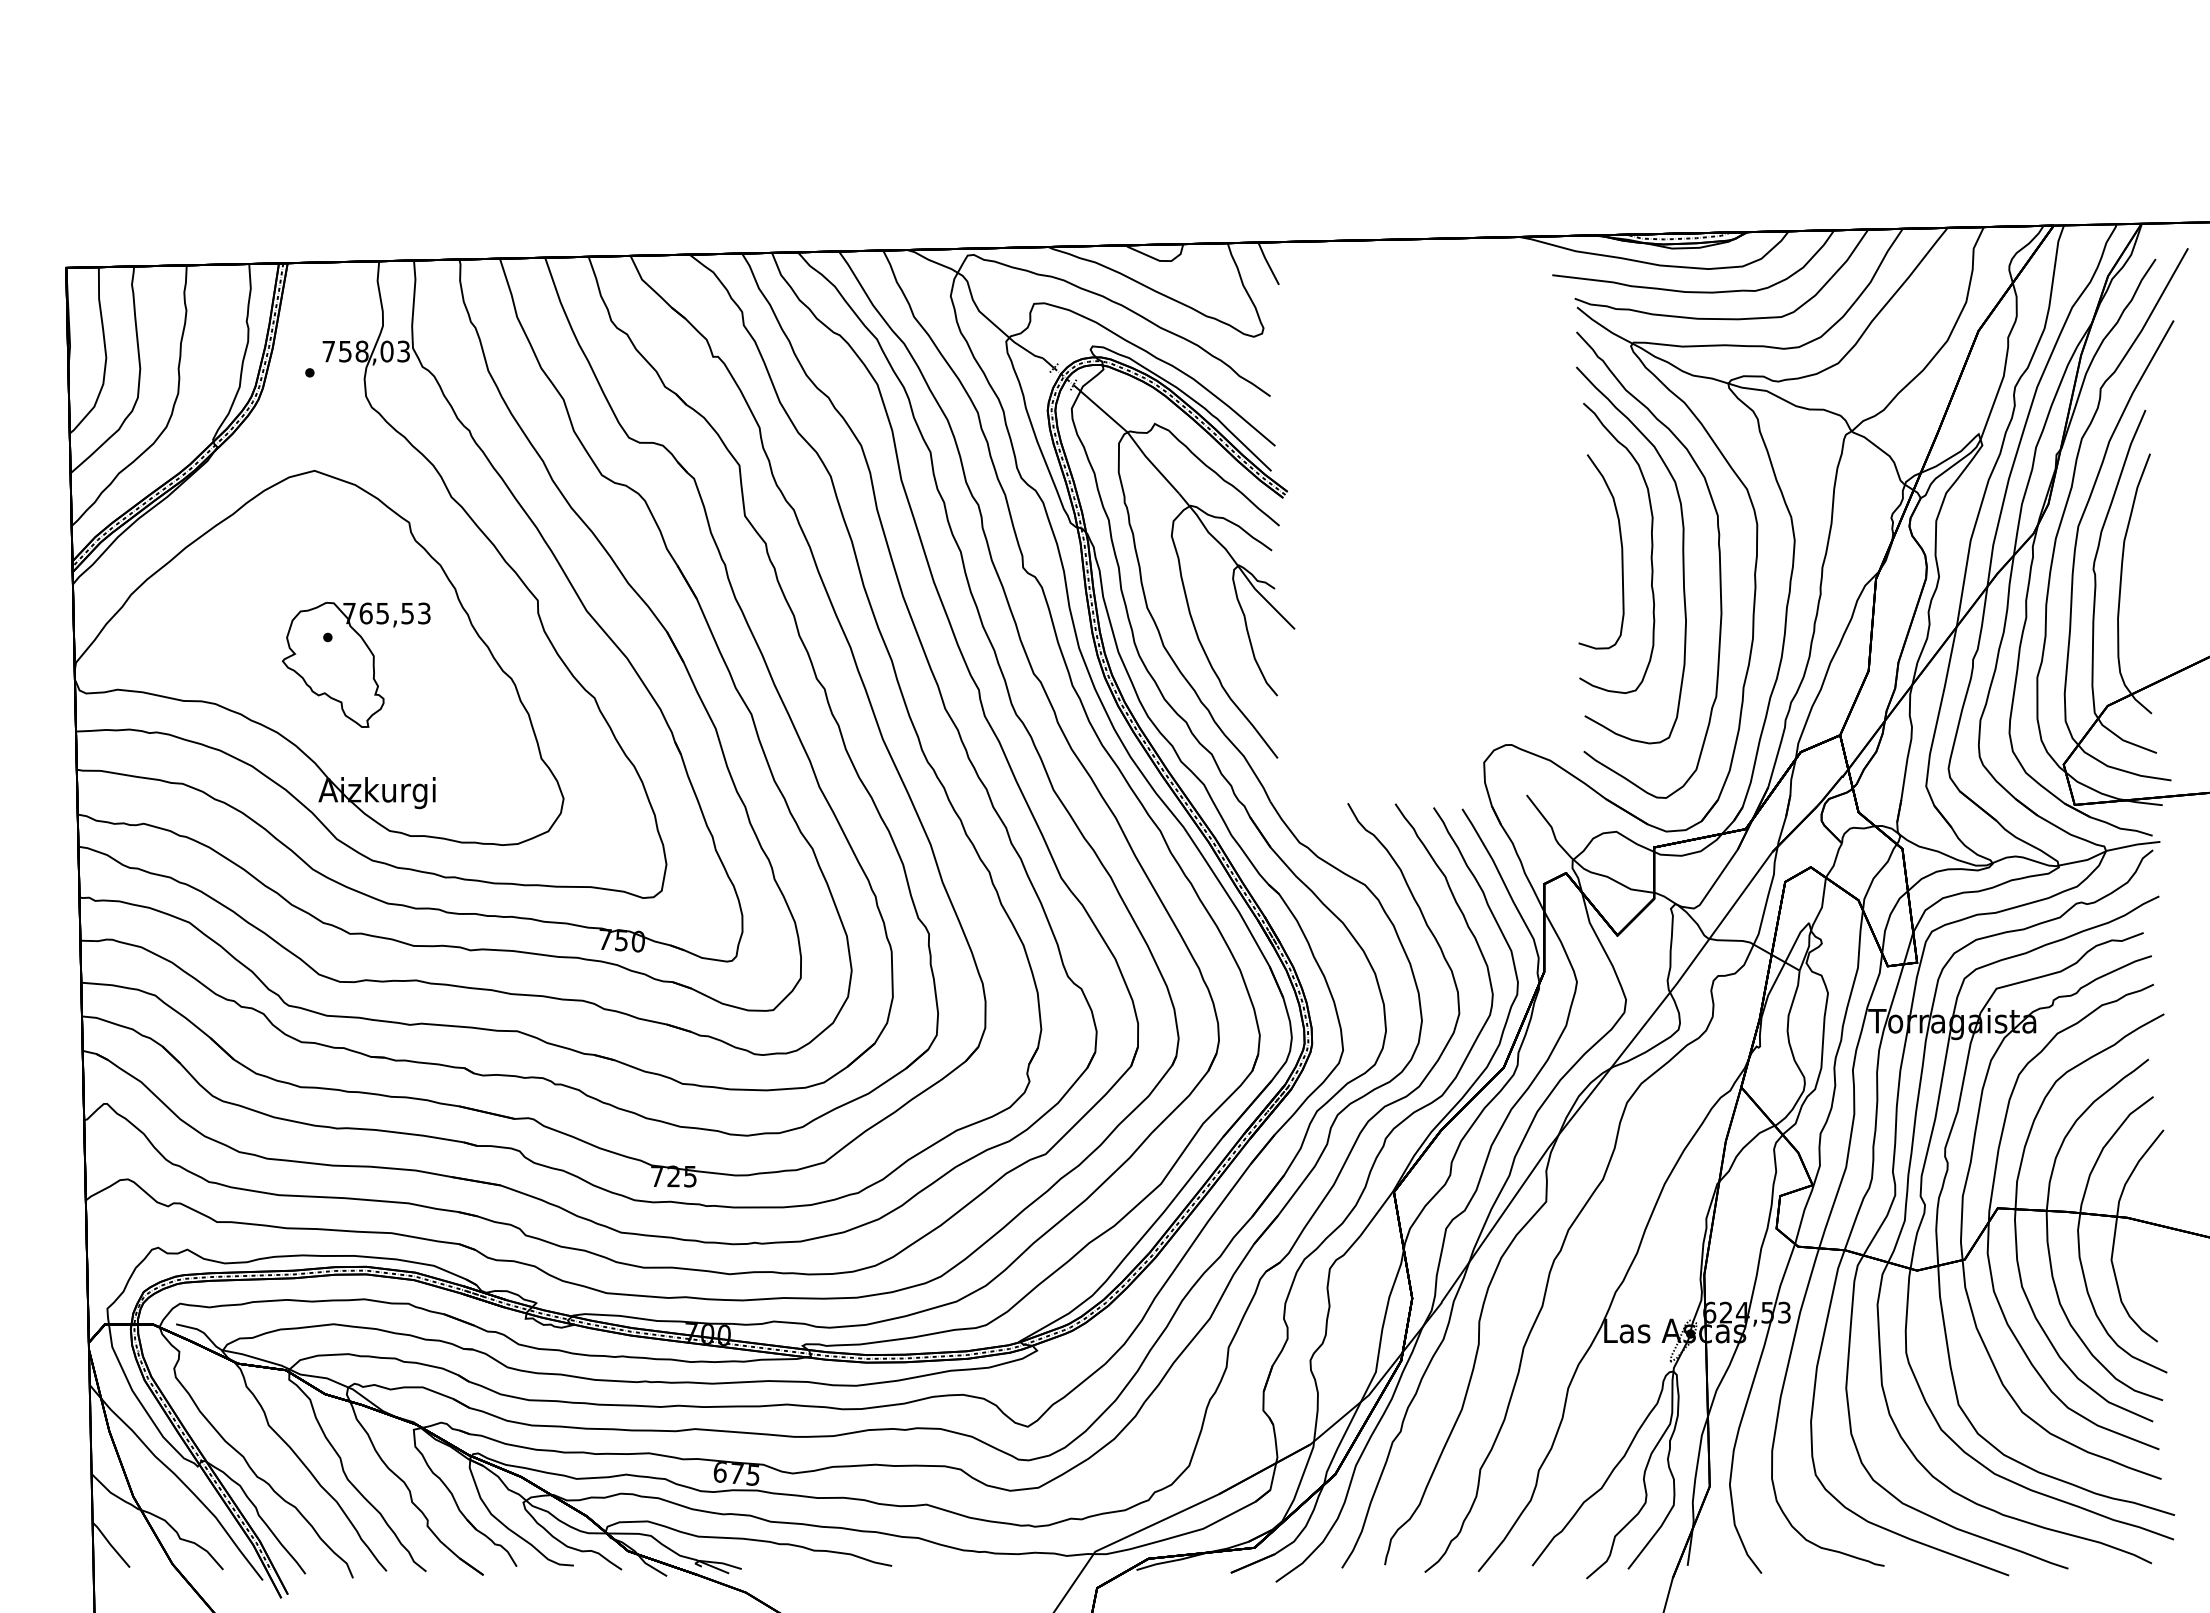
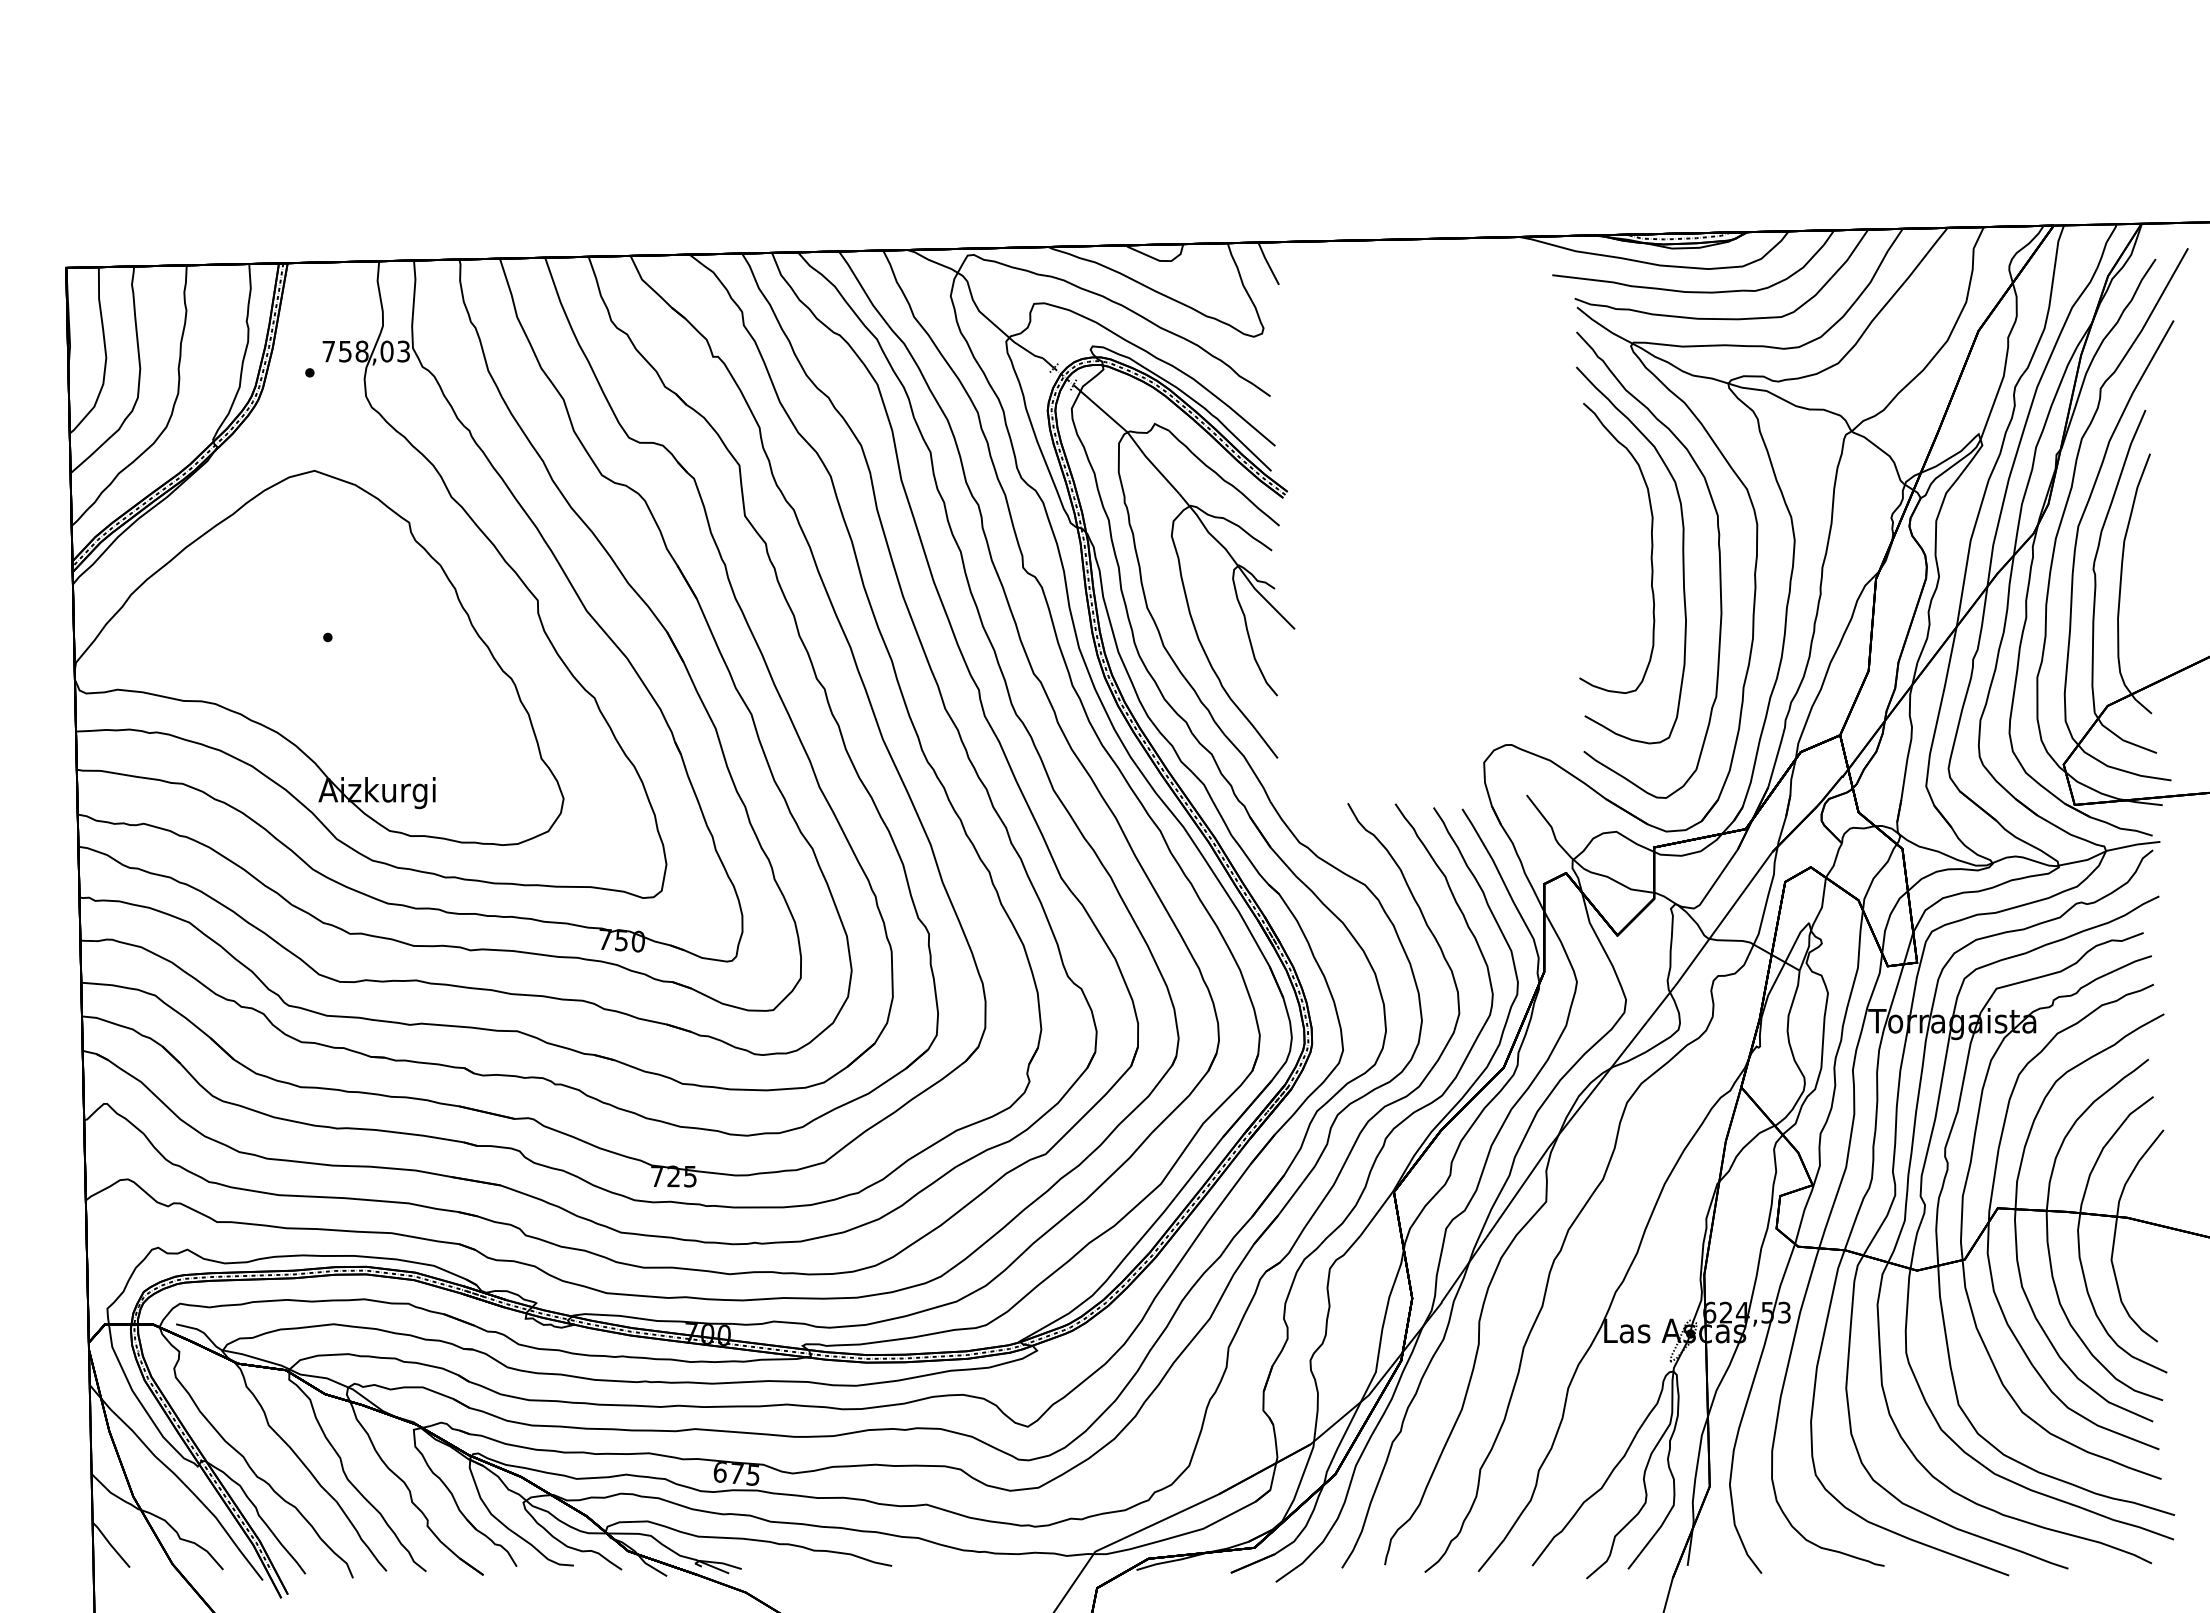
curve at (1621, 551): present -> none
part at (355, 664): present -> none
